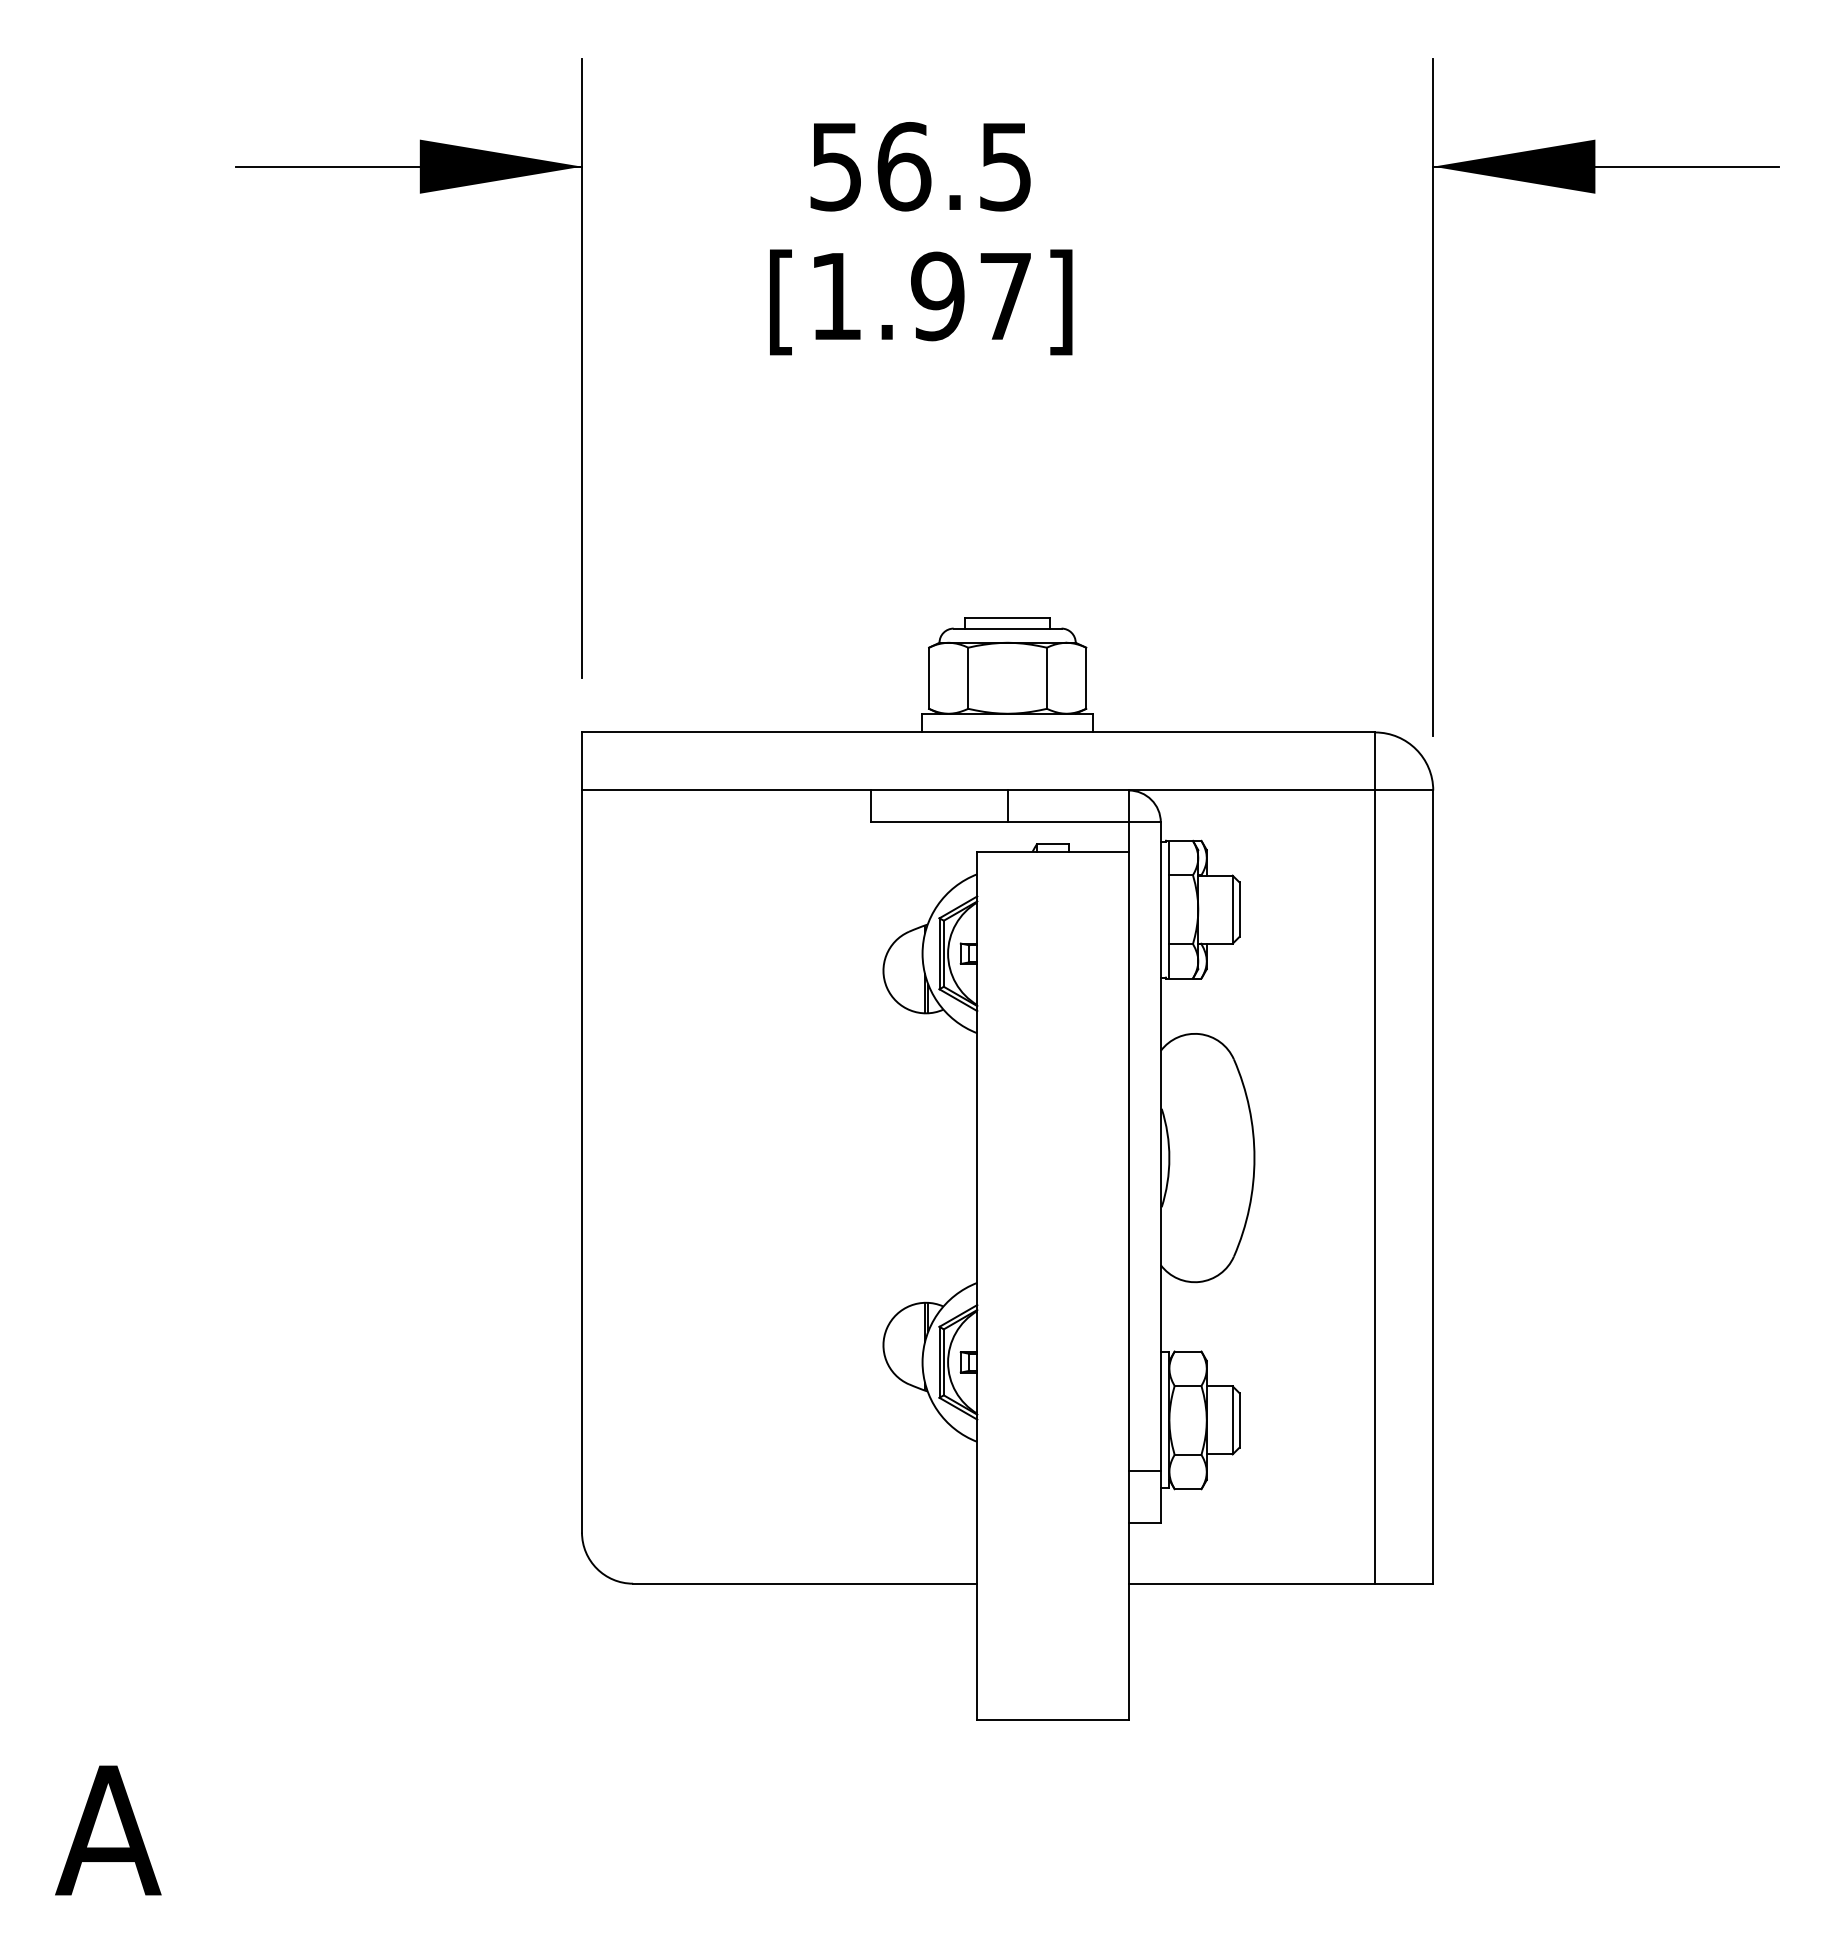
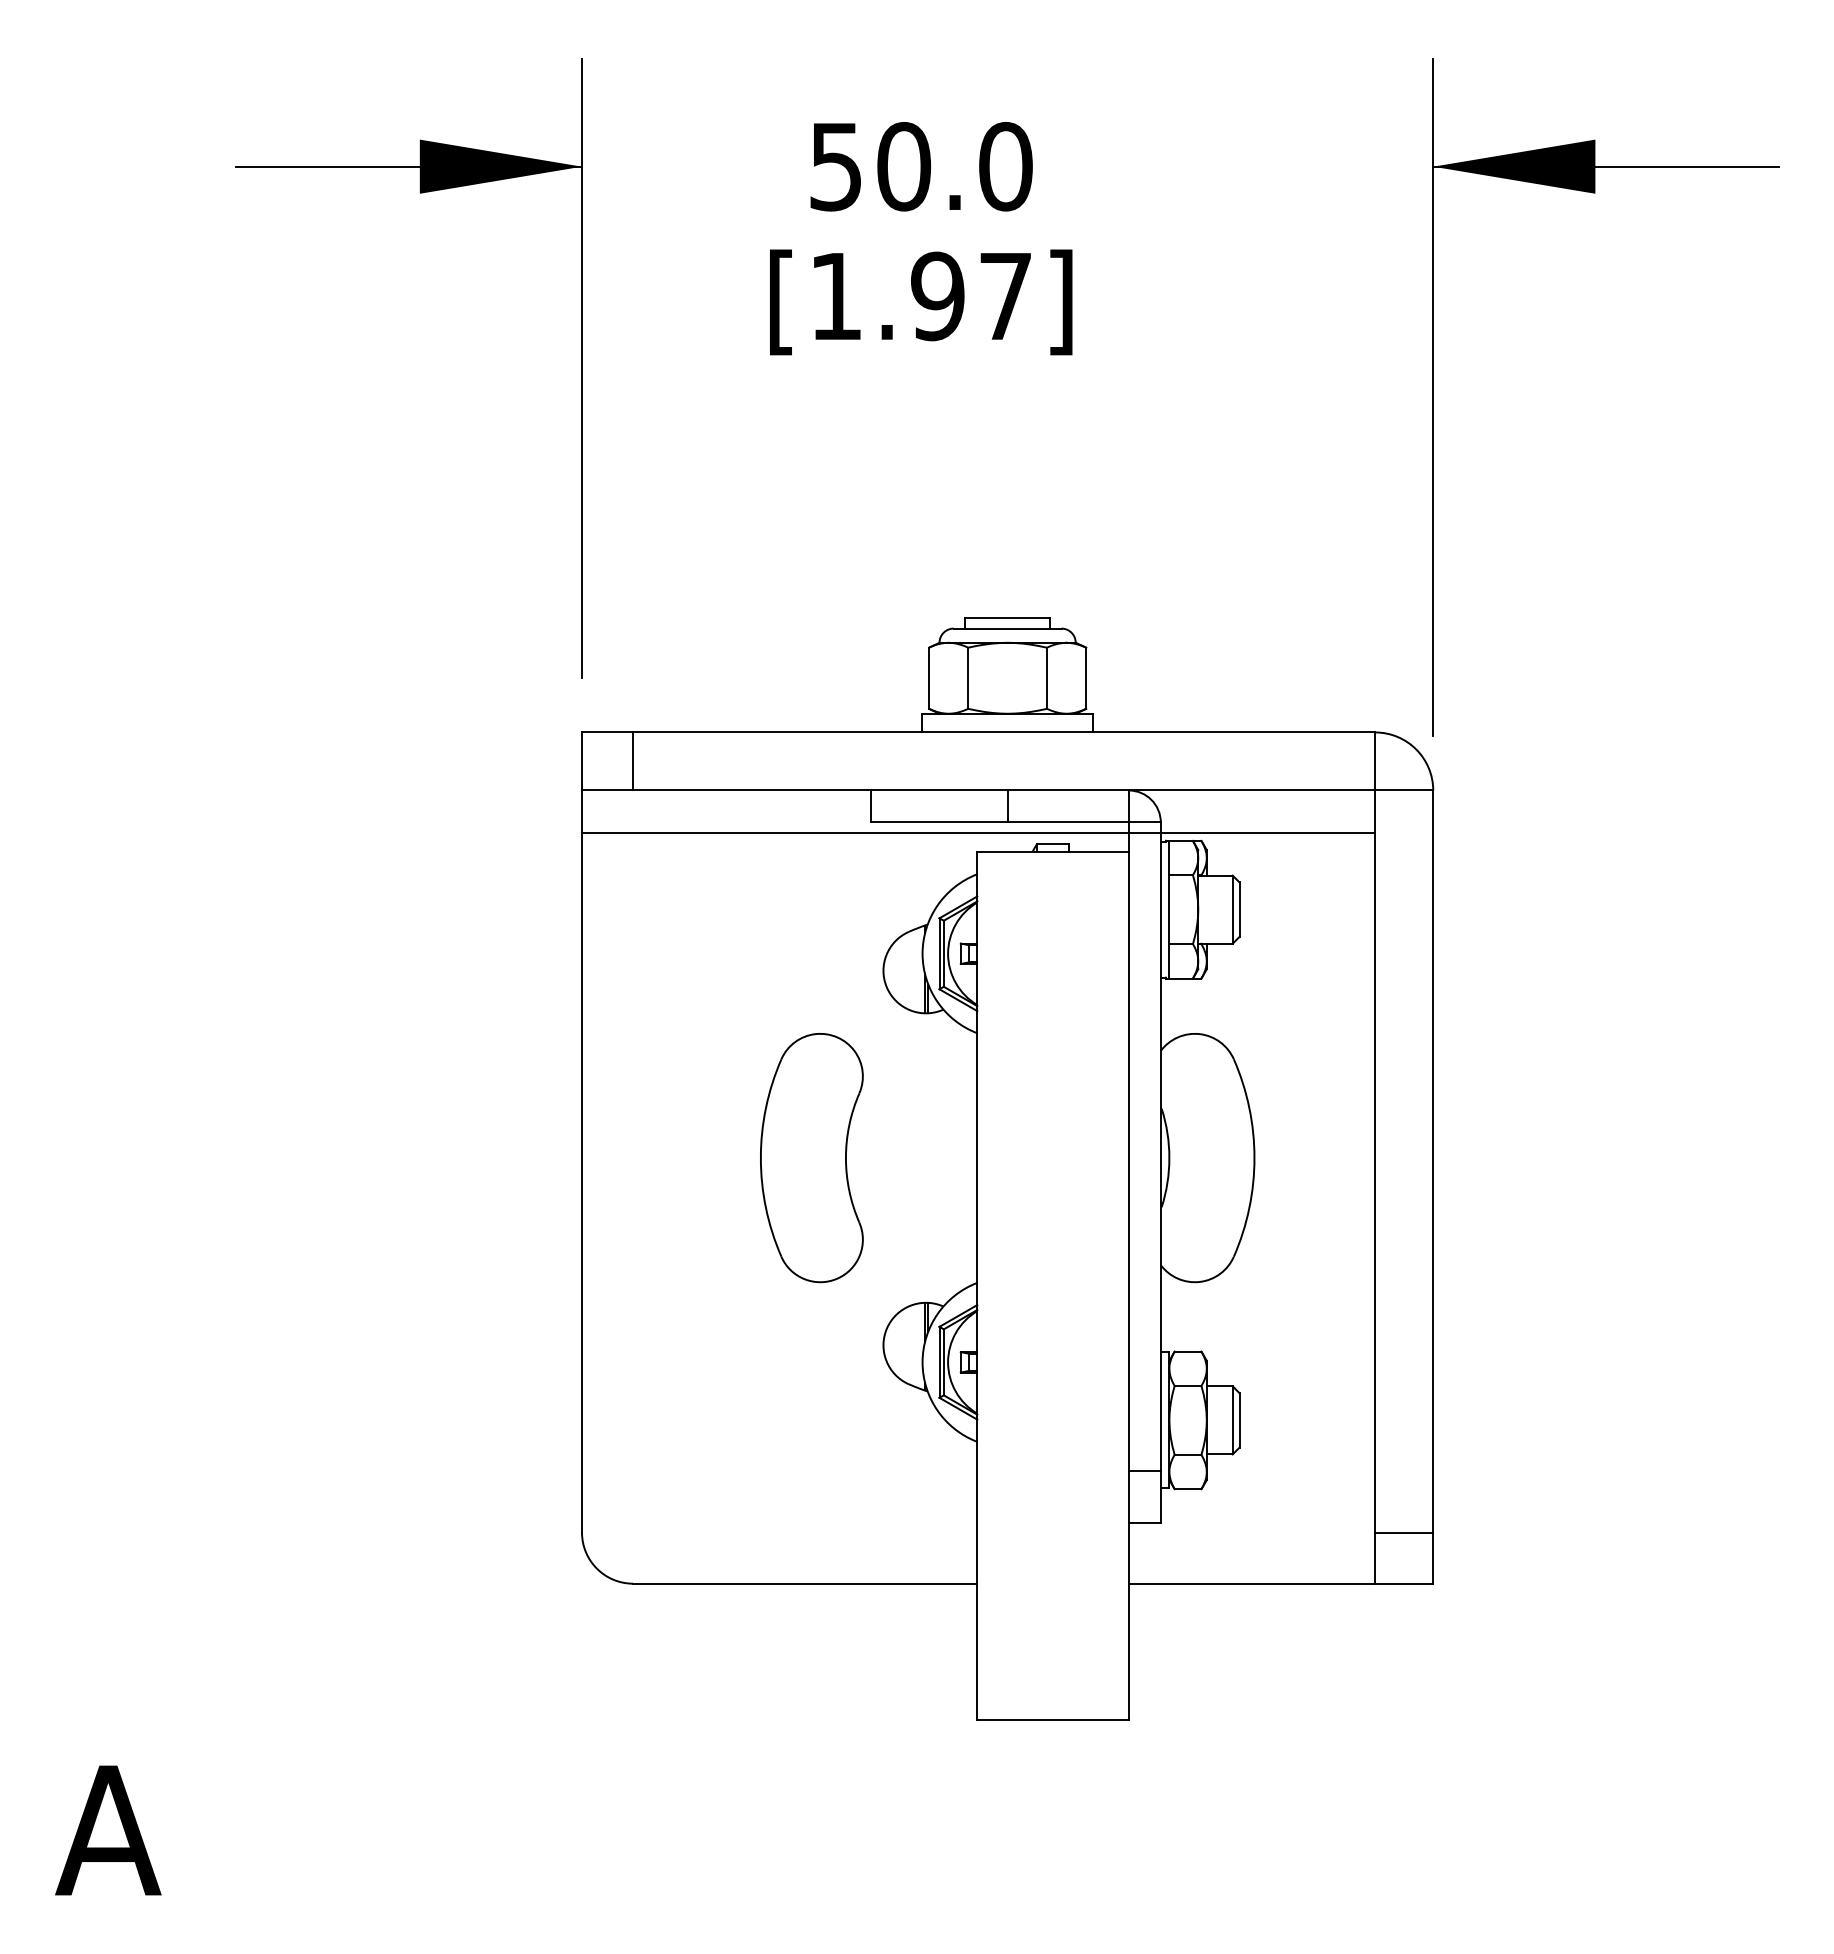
text at (954, 166): 56.5 -> 50.0
line at (633, 761): none -> present
line at (978, 833): none -> present
part at (811, 1158): none -> present
line at (1404, 1532): none -> present
